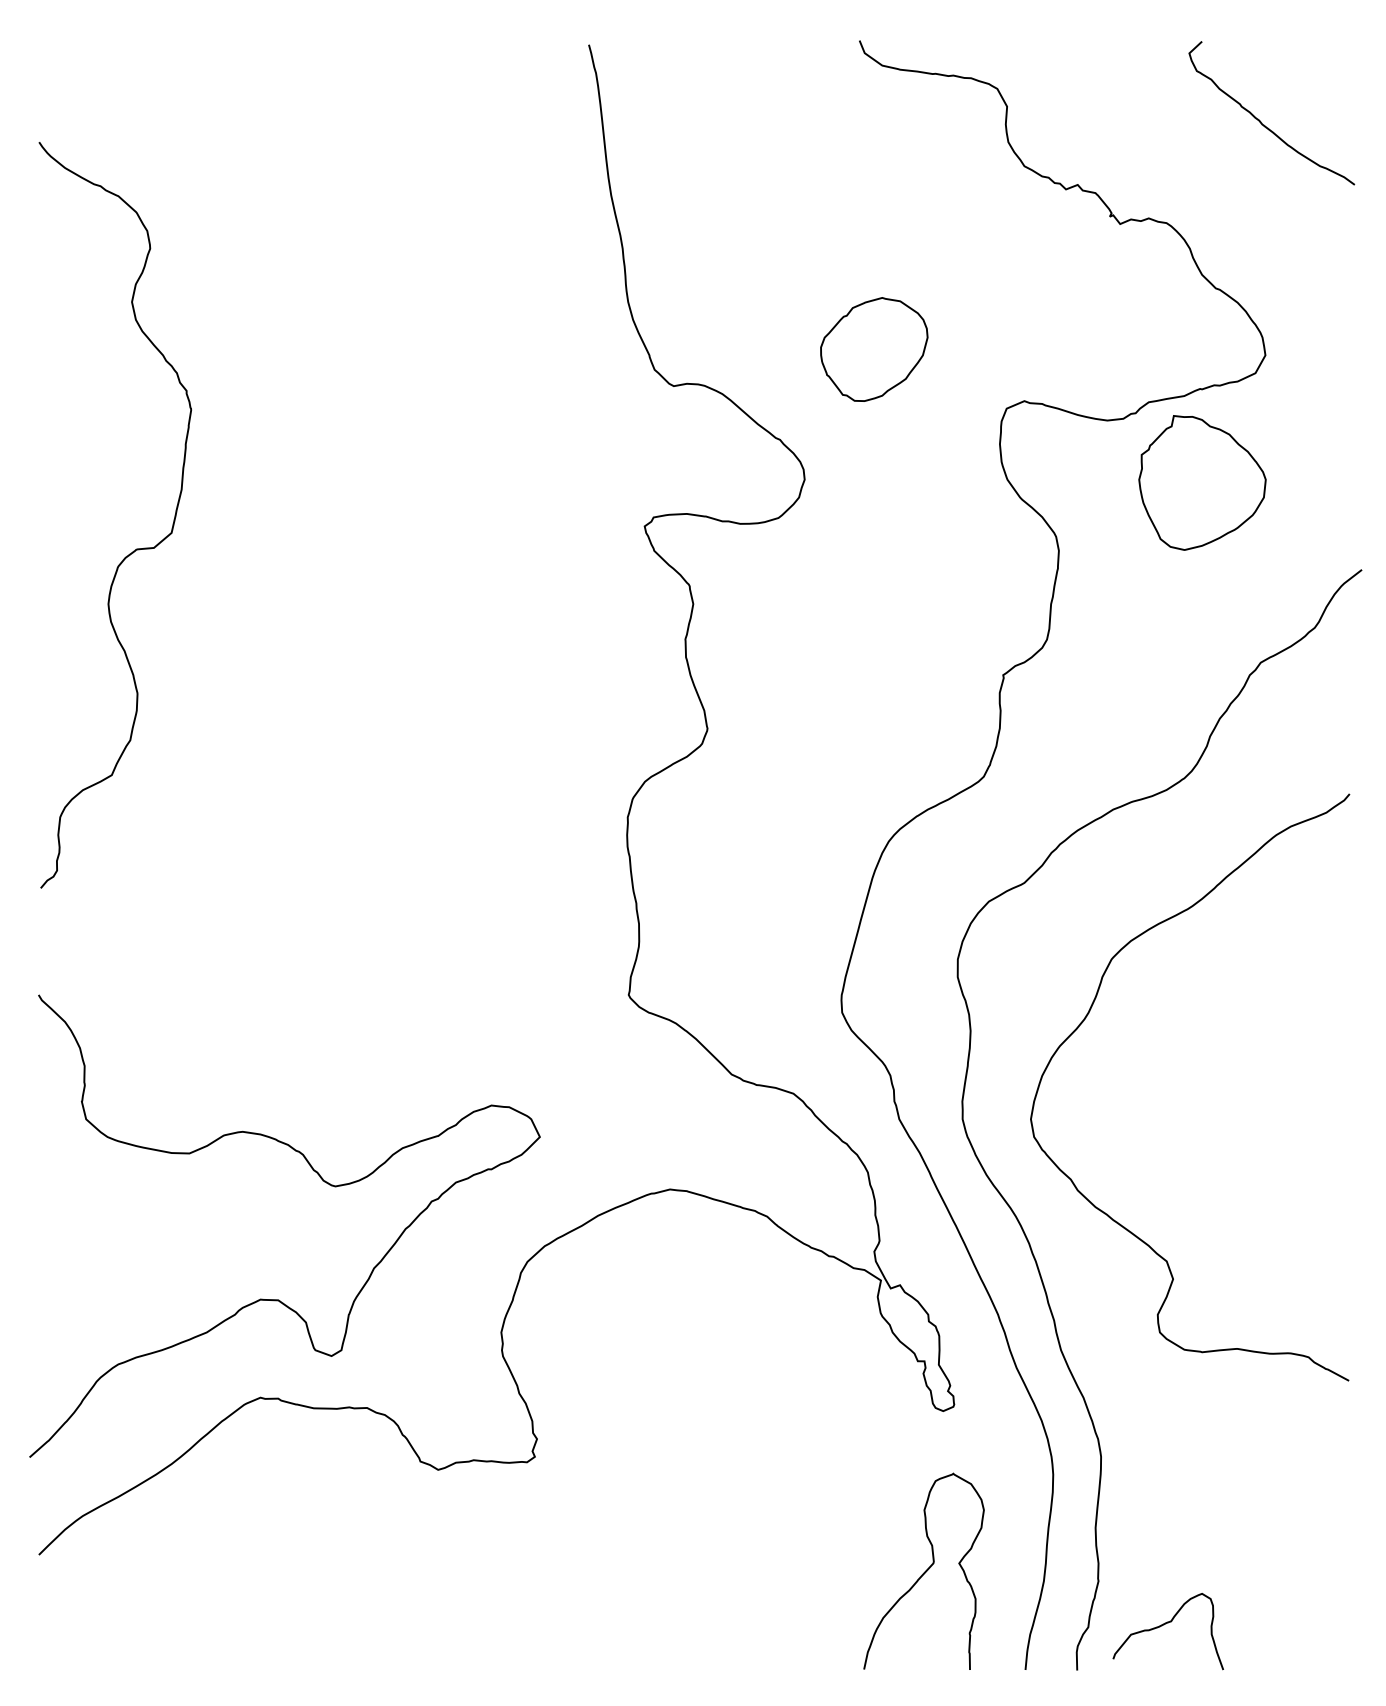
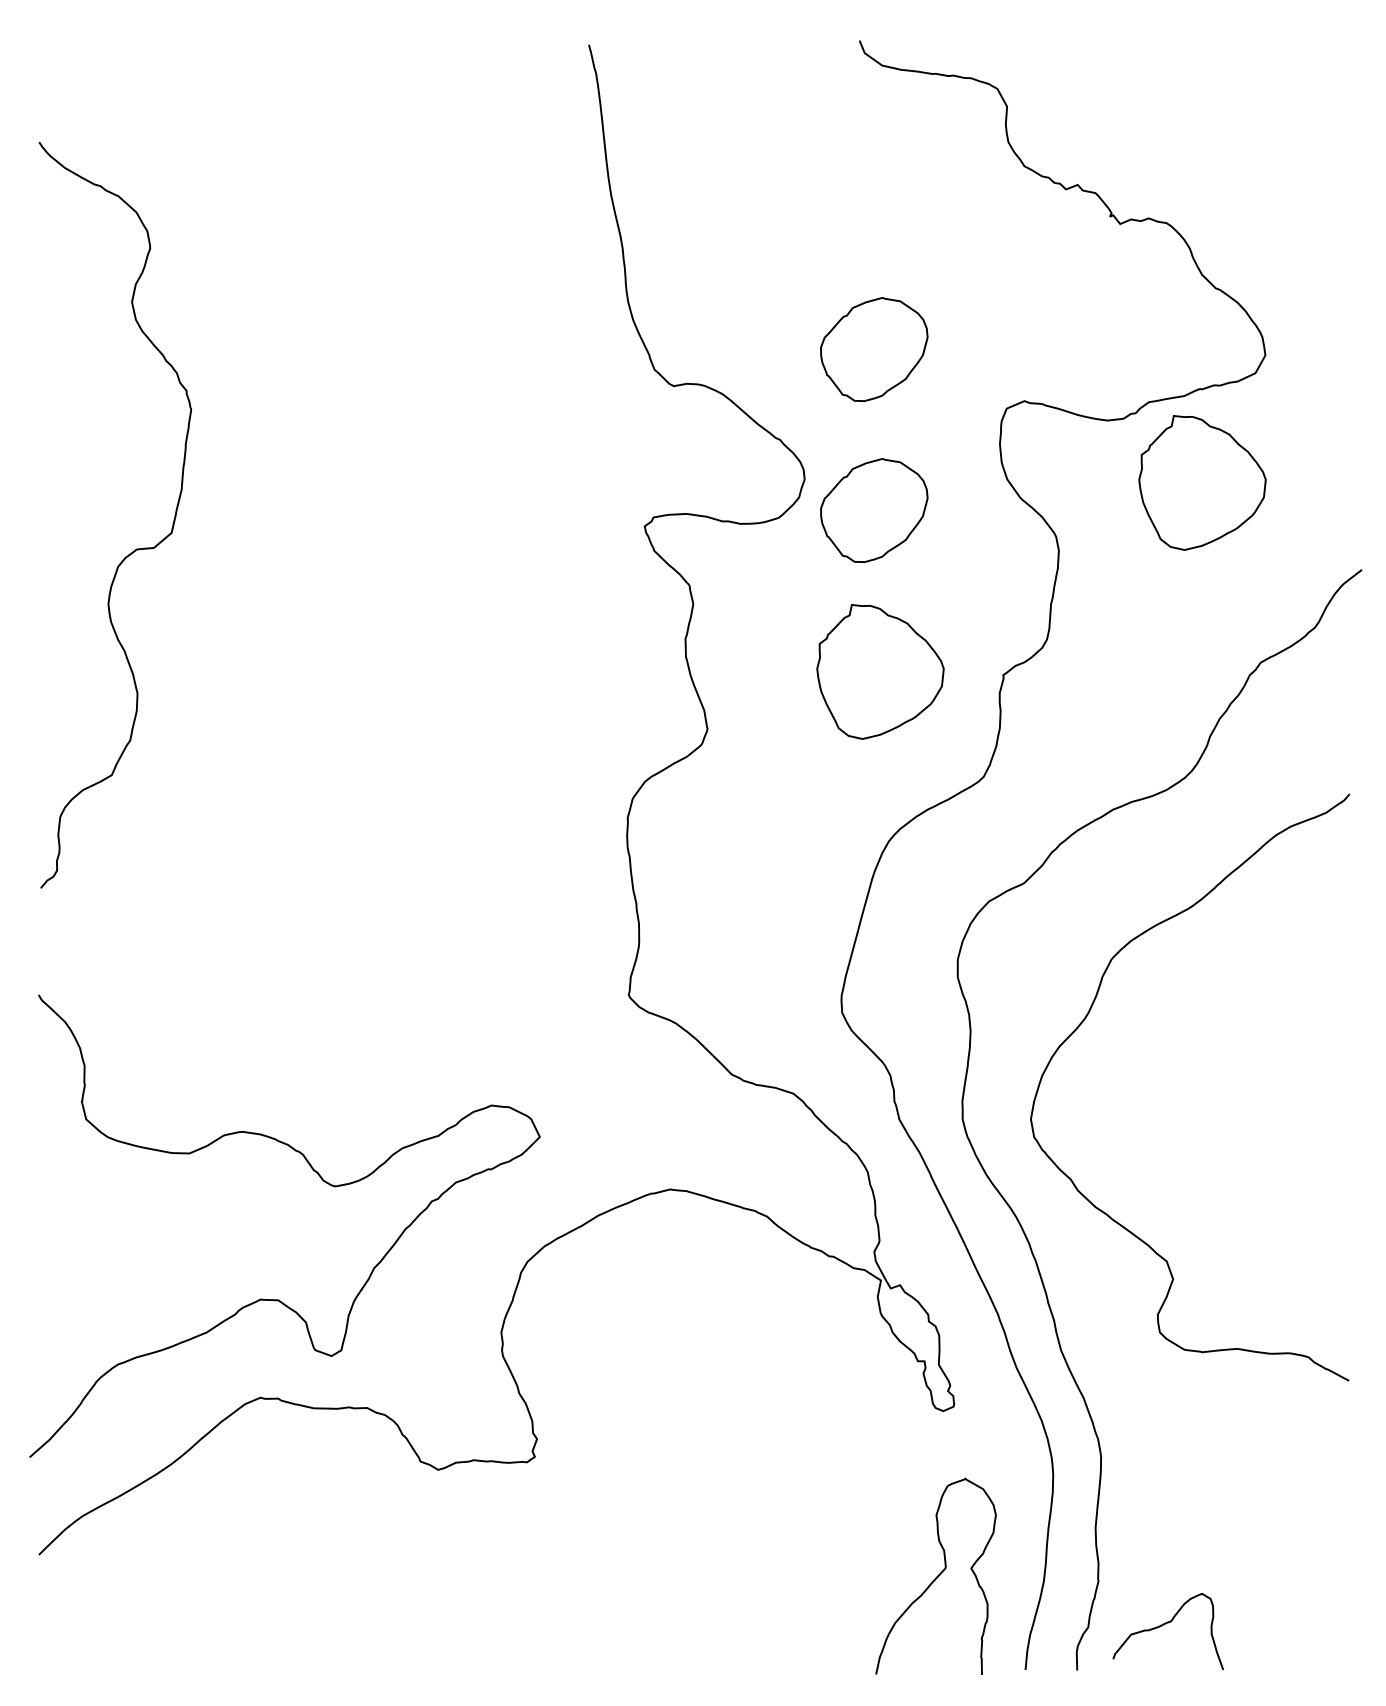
curve at (1261, 121): present -> none
part at (874, 510): none -> present
part at (880, 671): none -> present
curve at (924, 1571) position: (924, 1571) -> (936, 1576)
